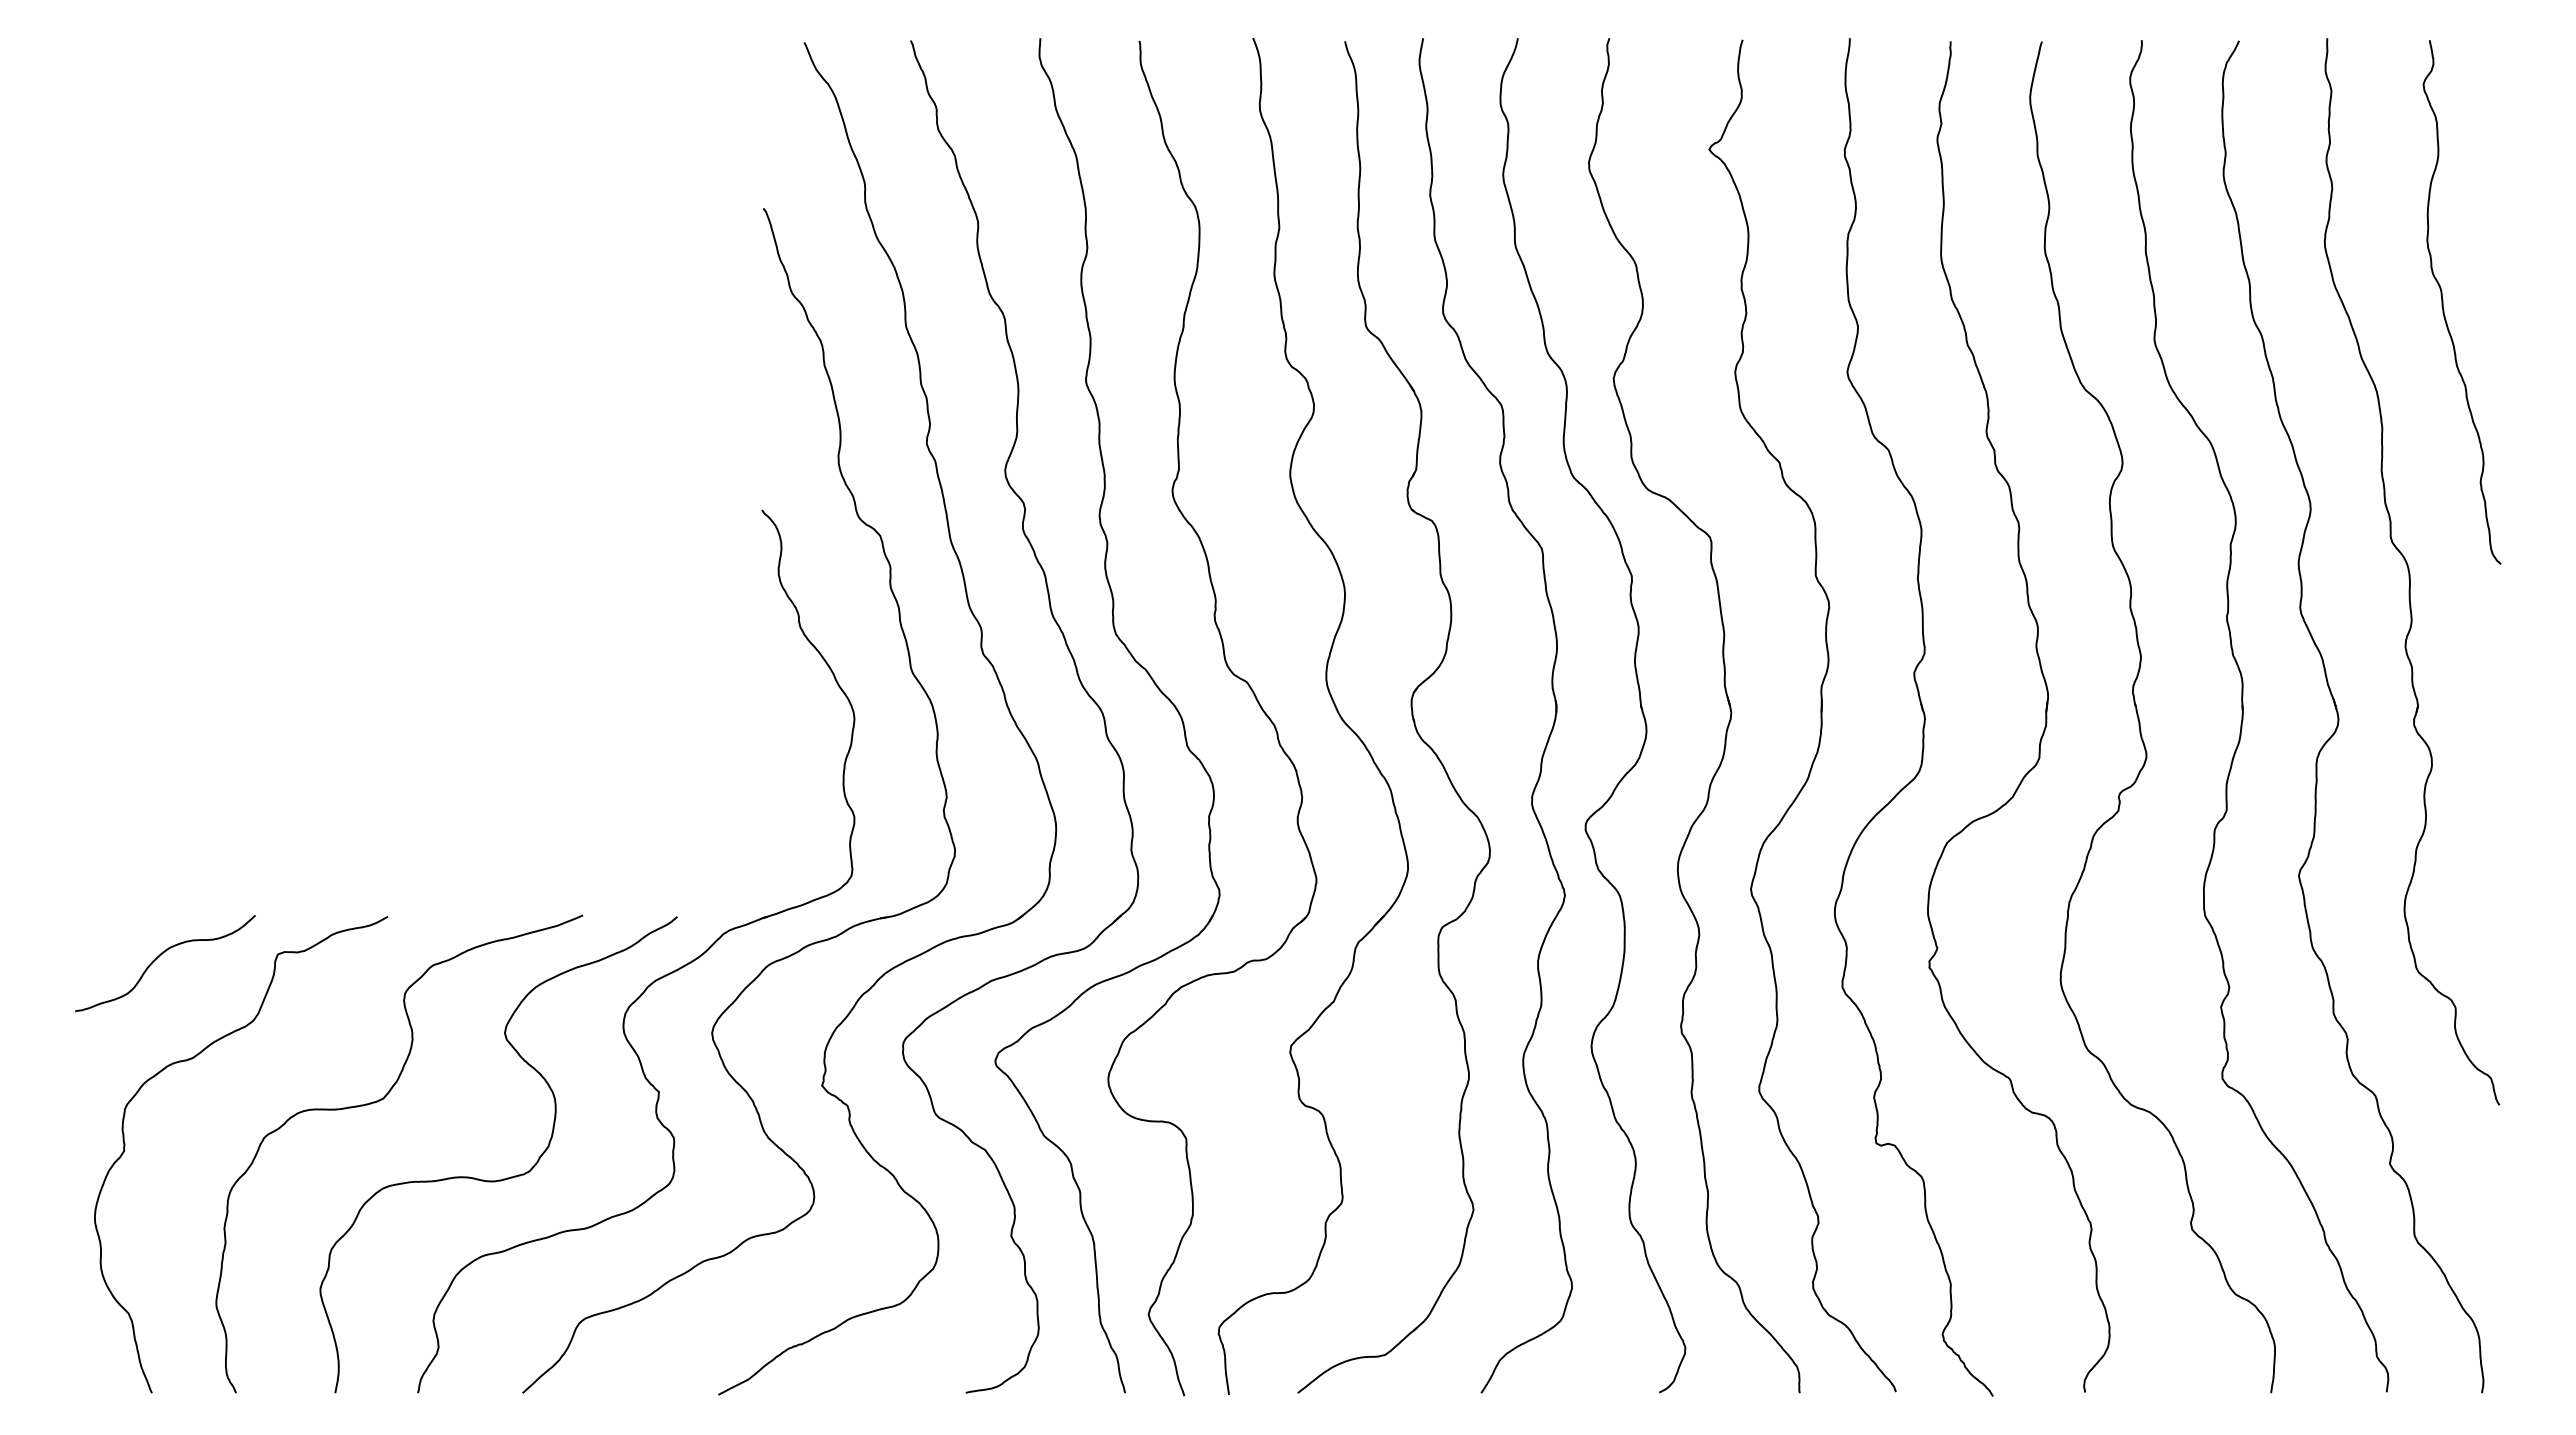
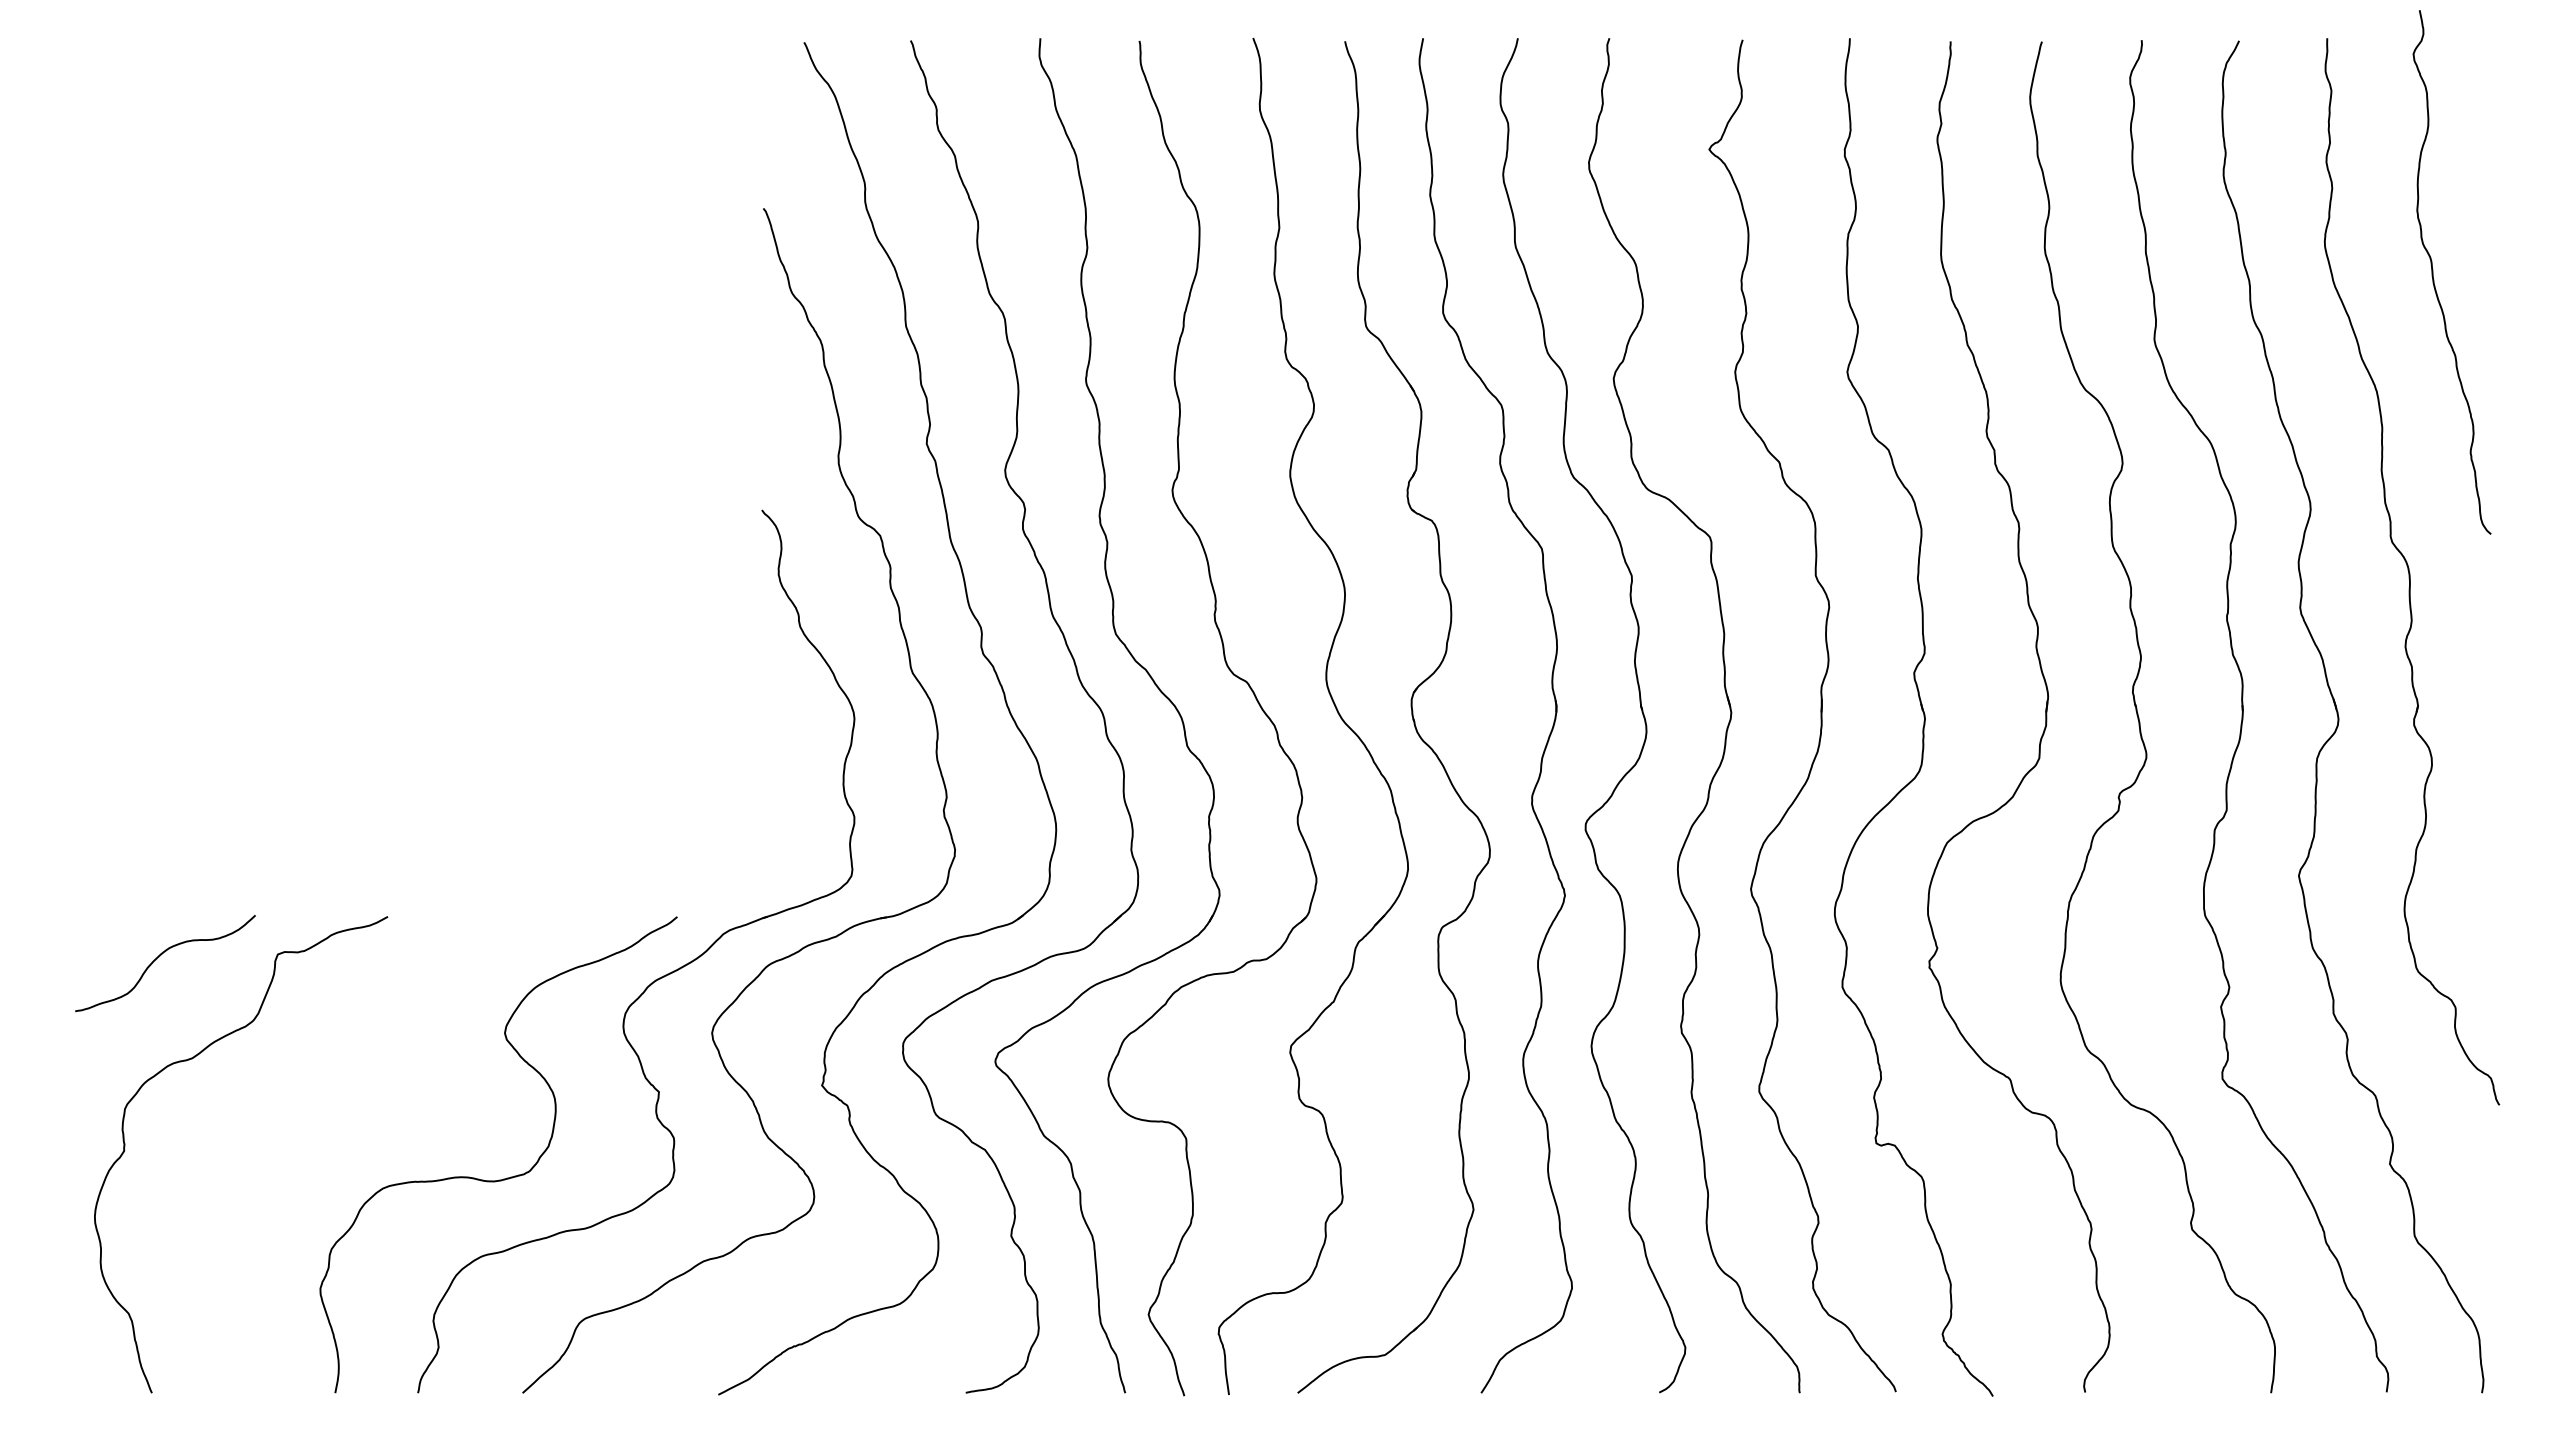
curve at (2443, 302) position: (2443, 302) -> (2433, 272)
curve at (377, 1102): present -> none
